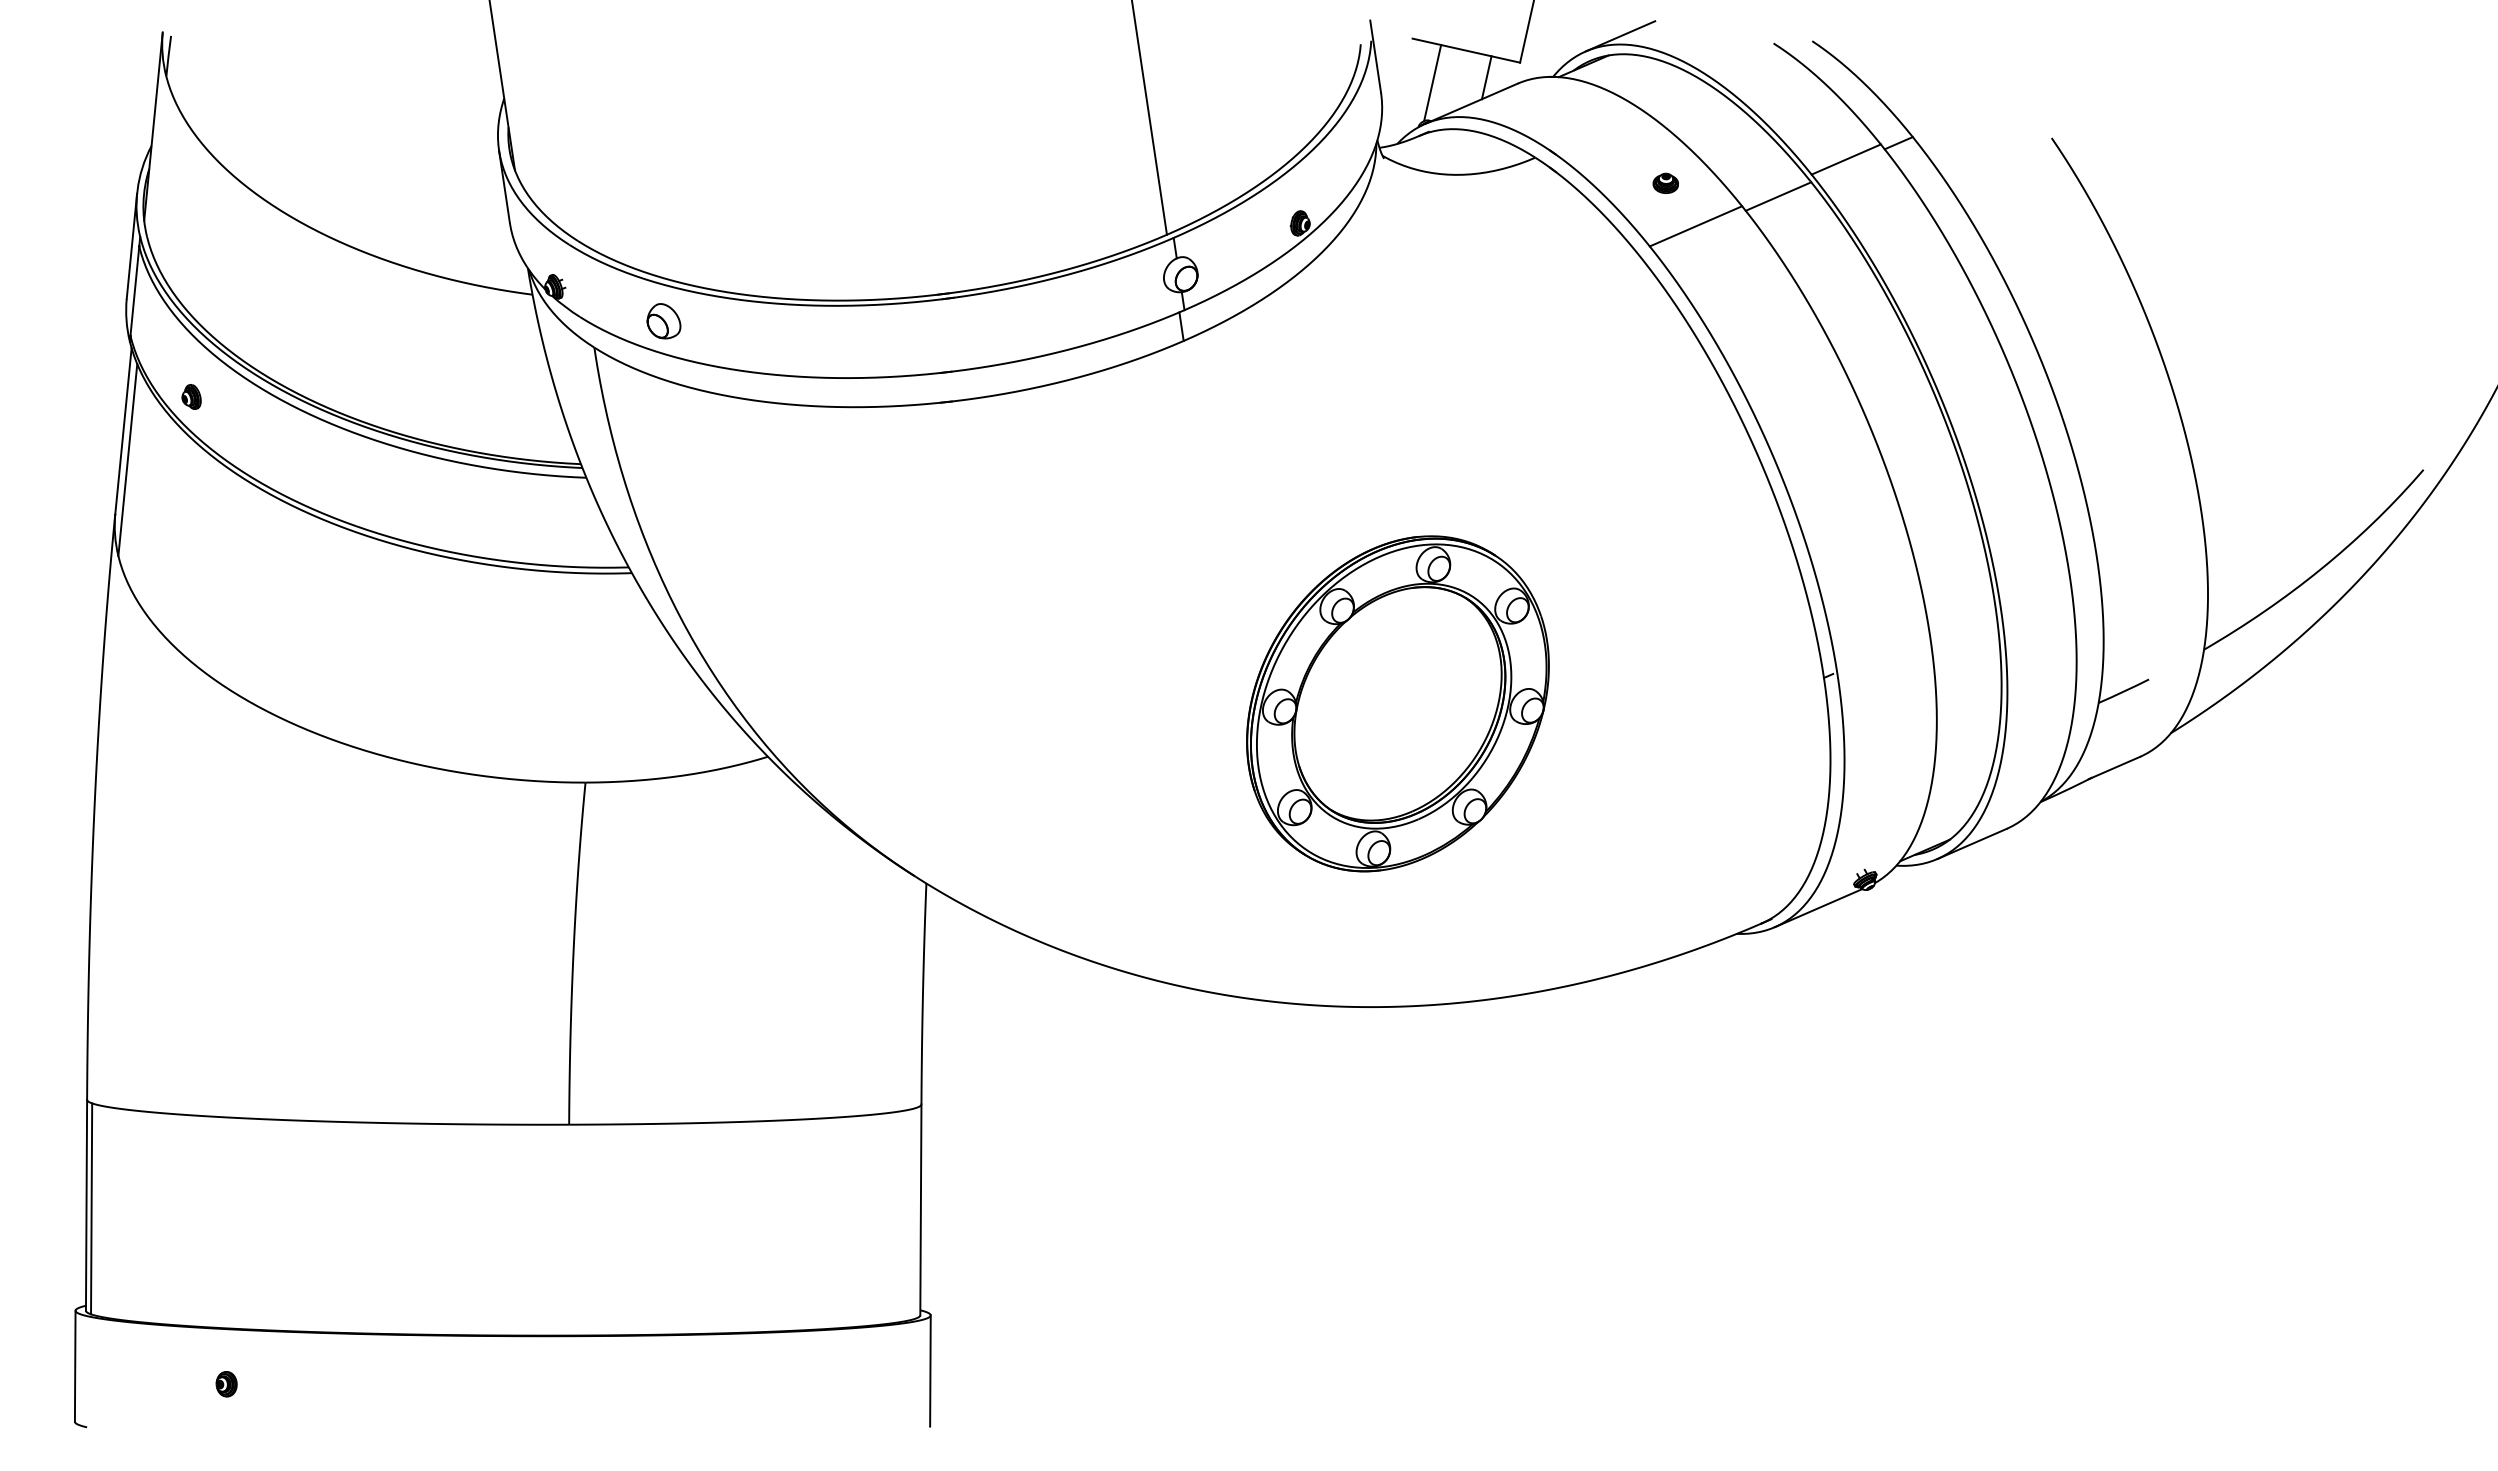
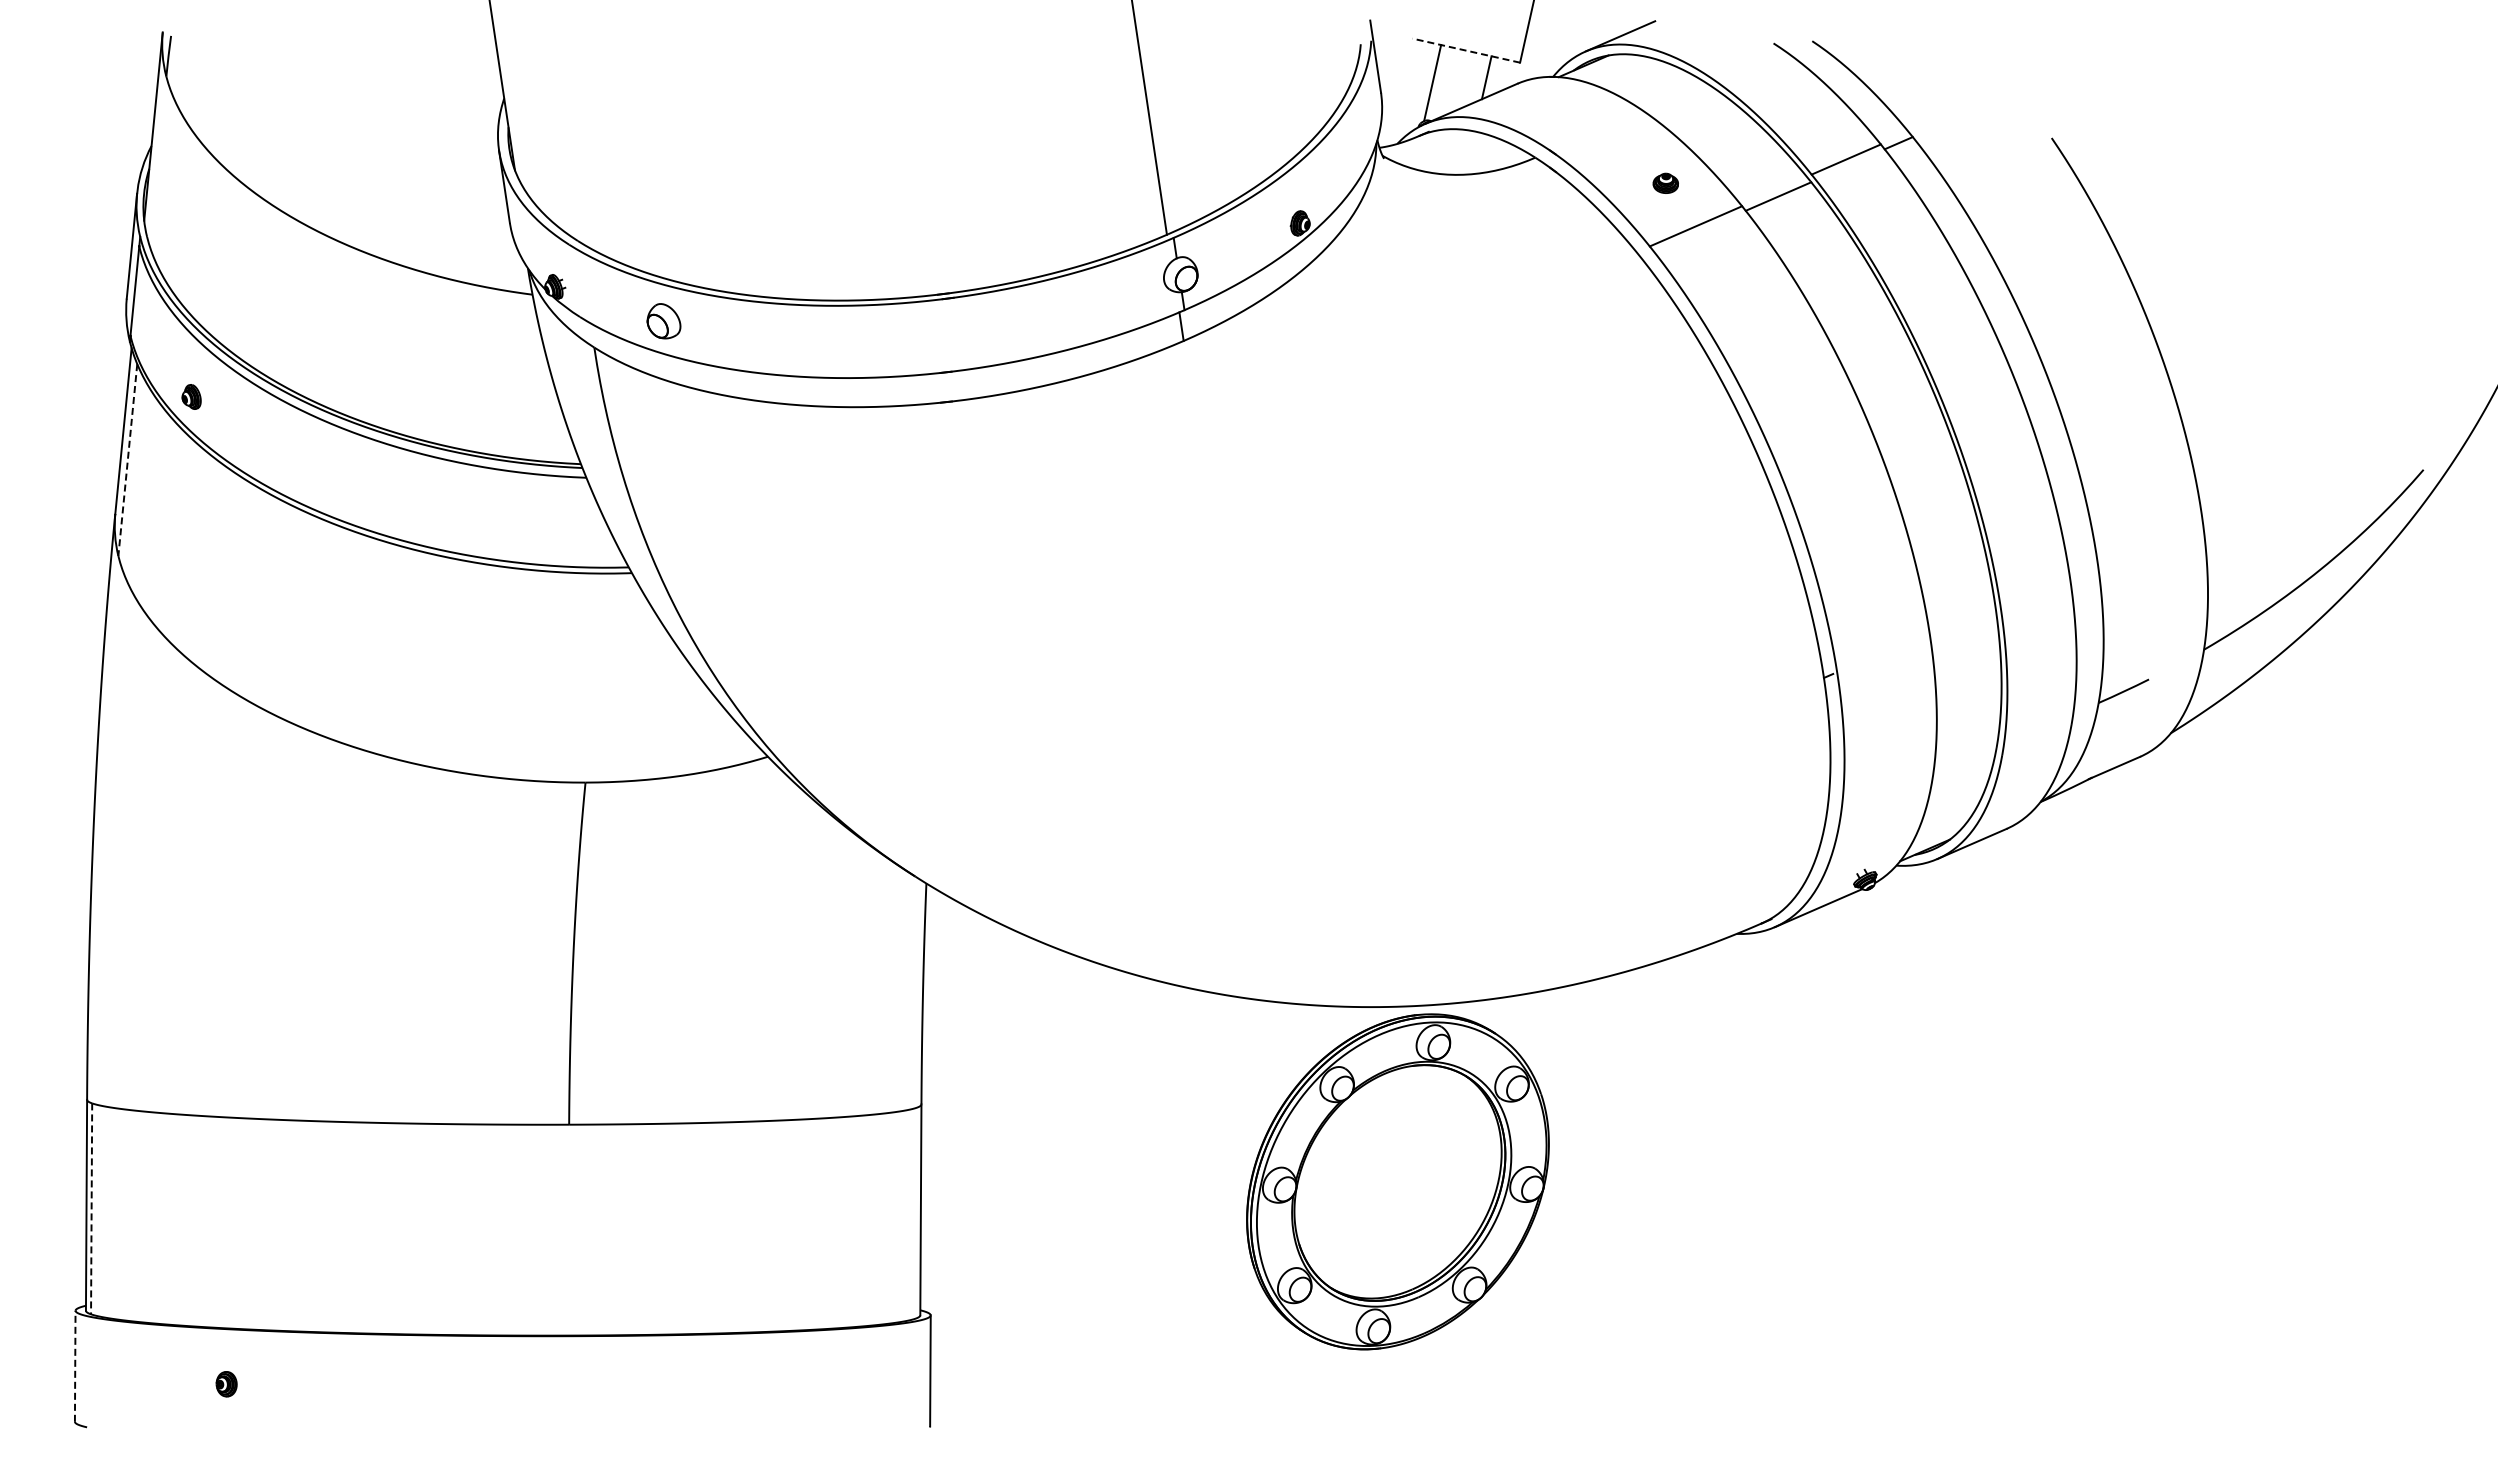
line at (1465, 50): solid -> dashed
line at (127, 460): solid -> dashed
part at (1397, 703) position: (1397, 703) -> (1397, 1181)
line at (91, 1209): solid -> dashed
line at (75, 1366): solid -> dashed
